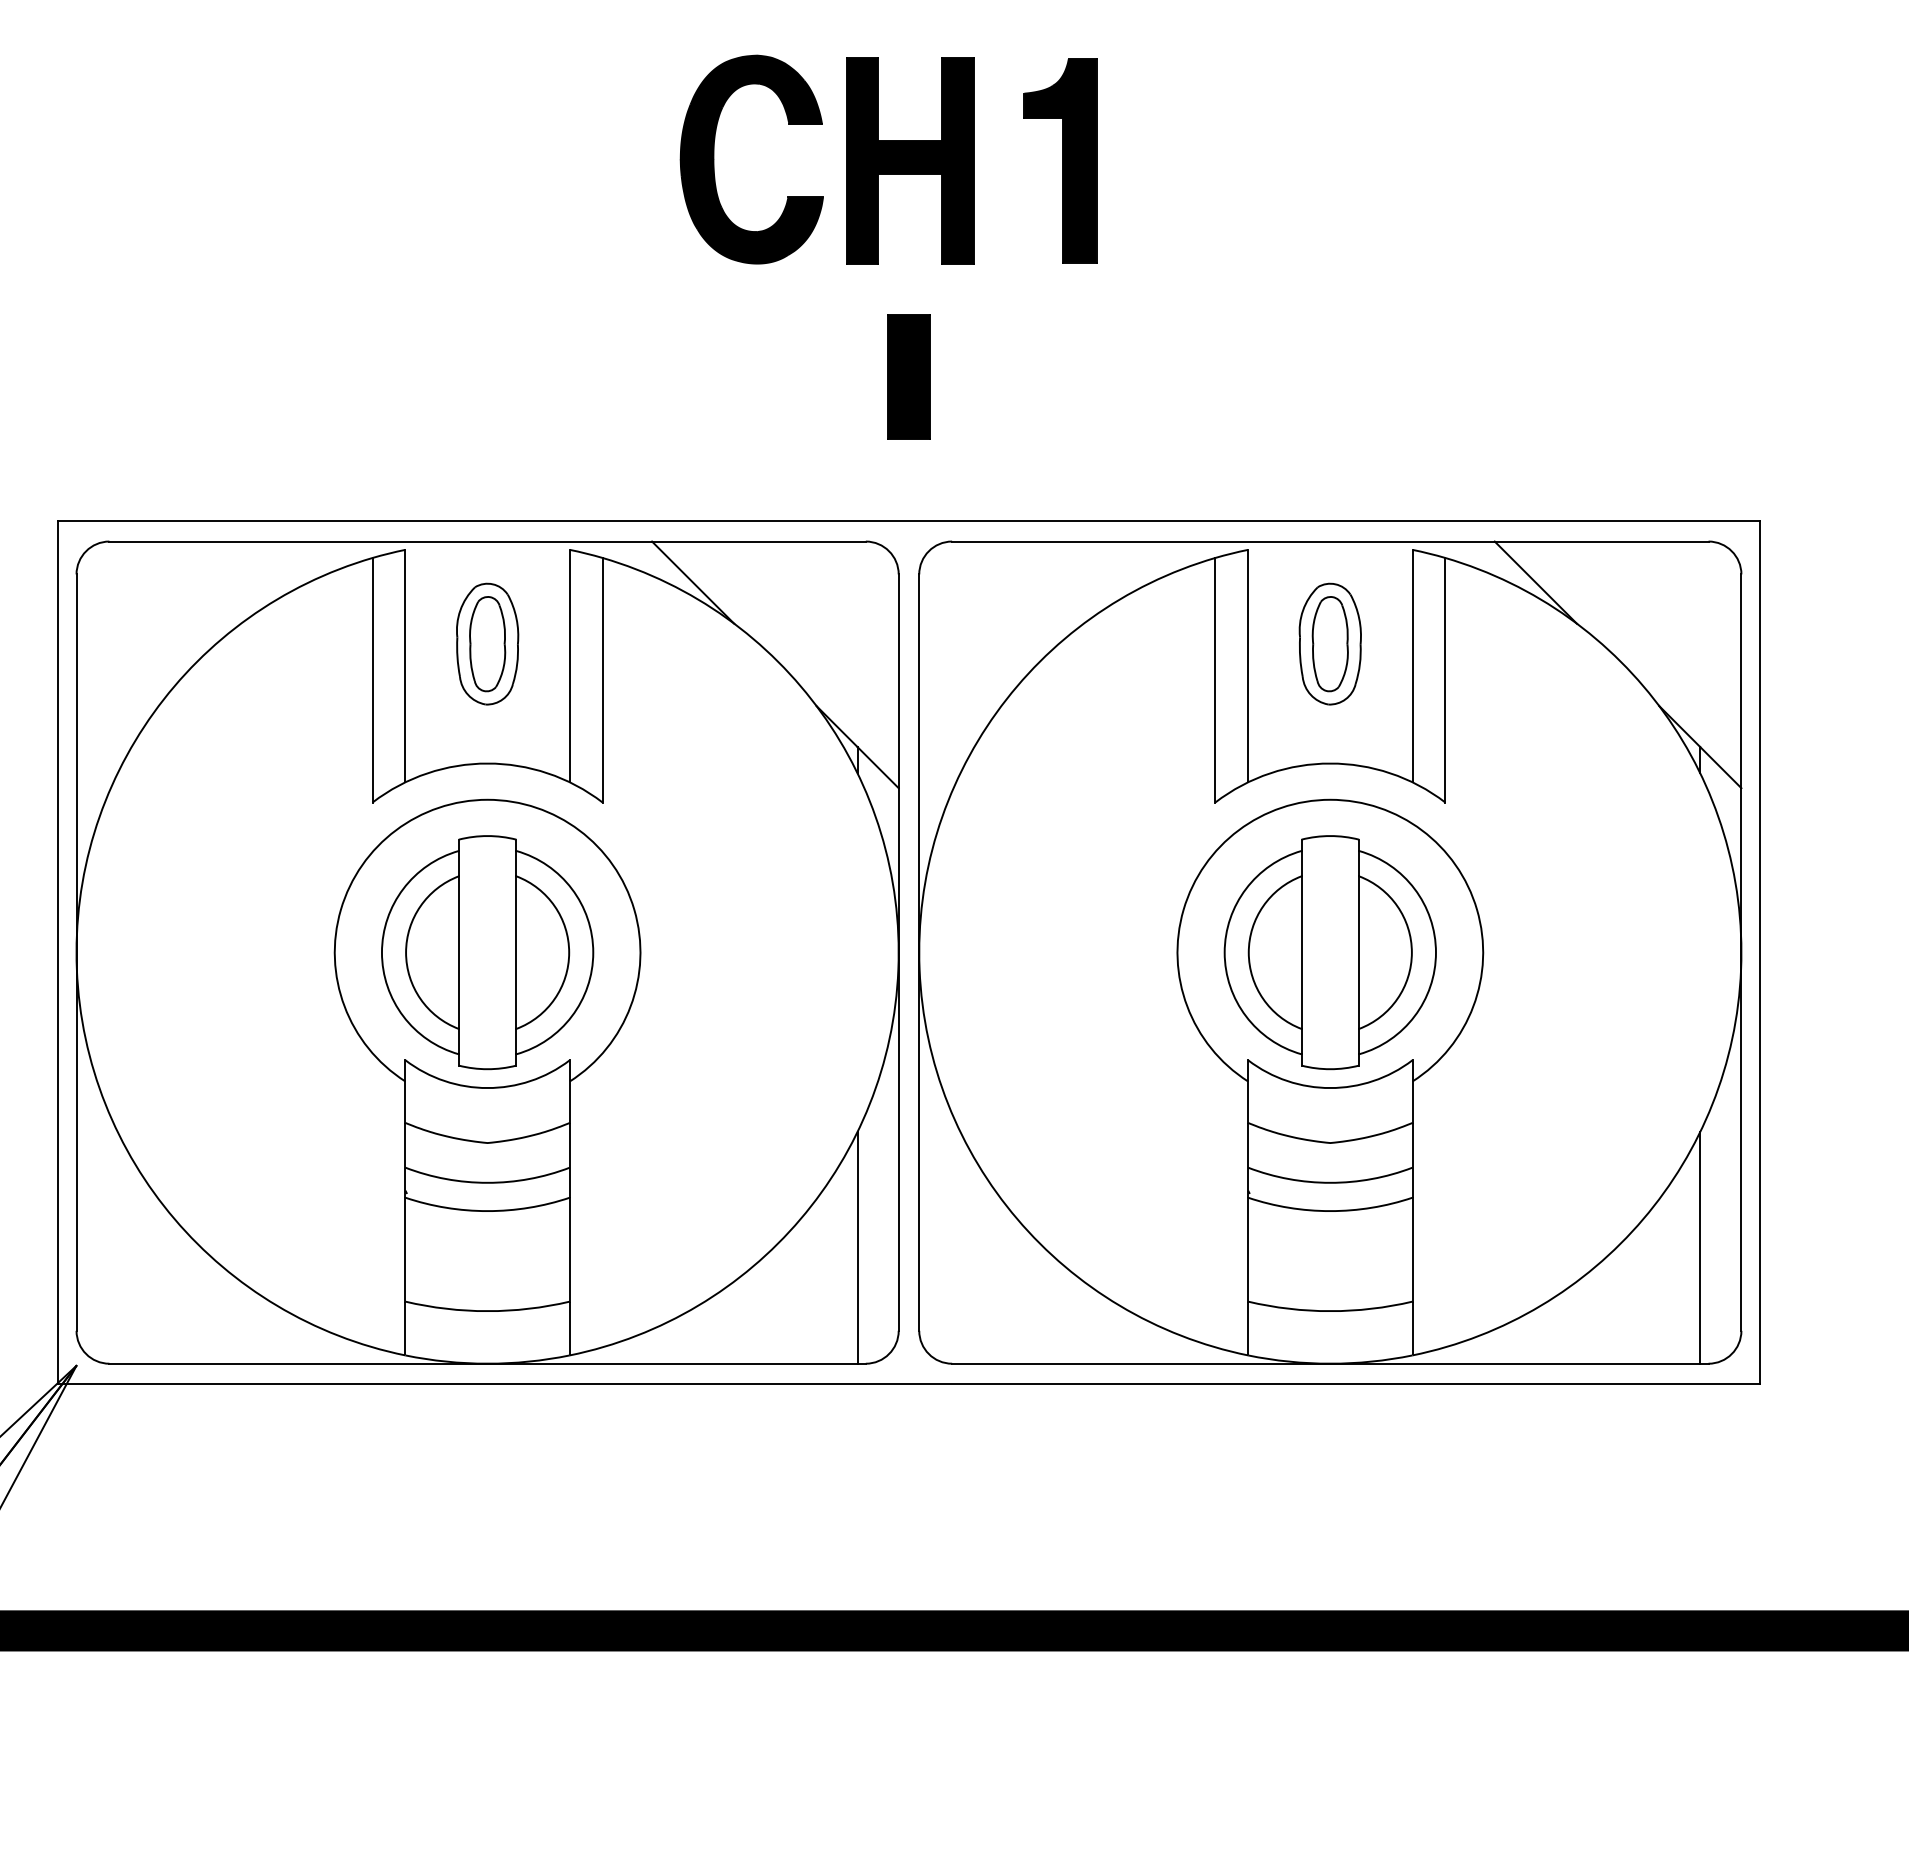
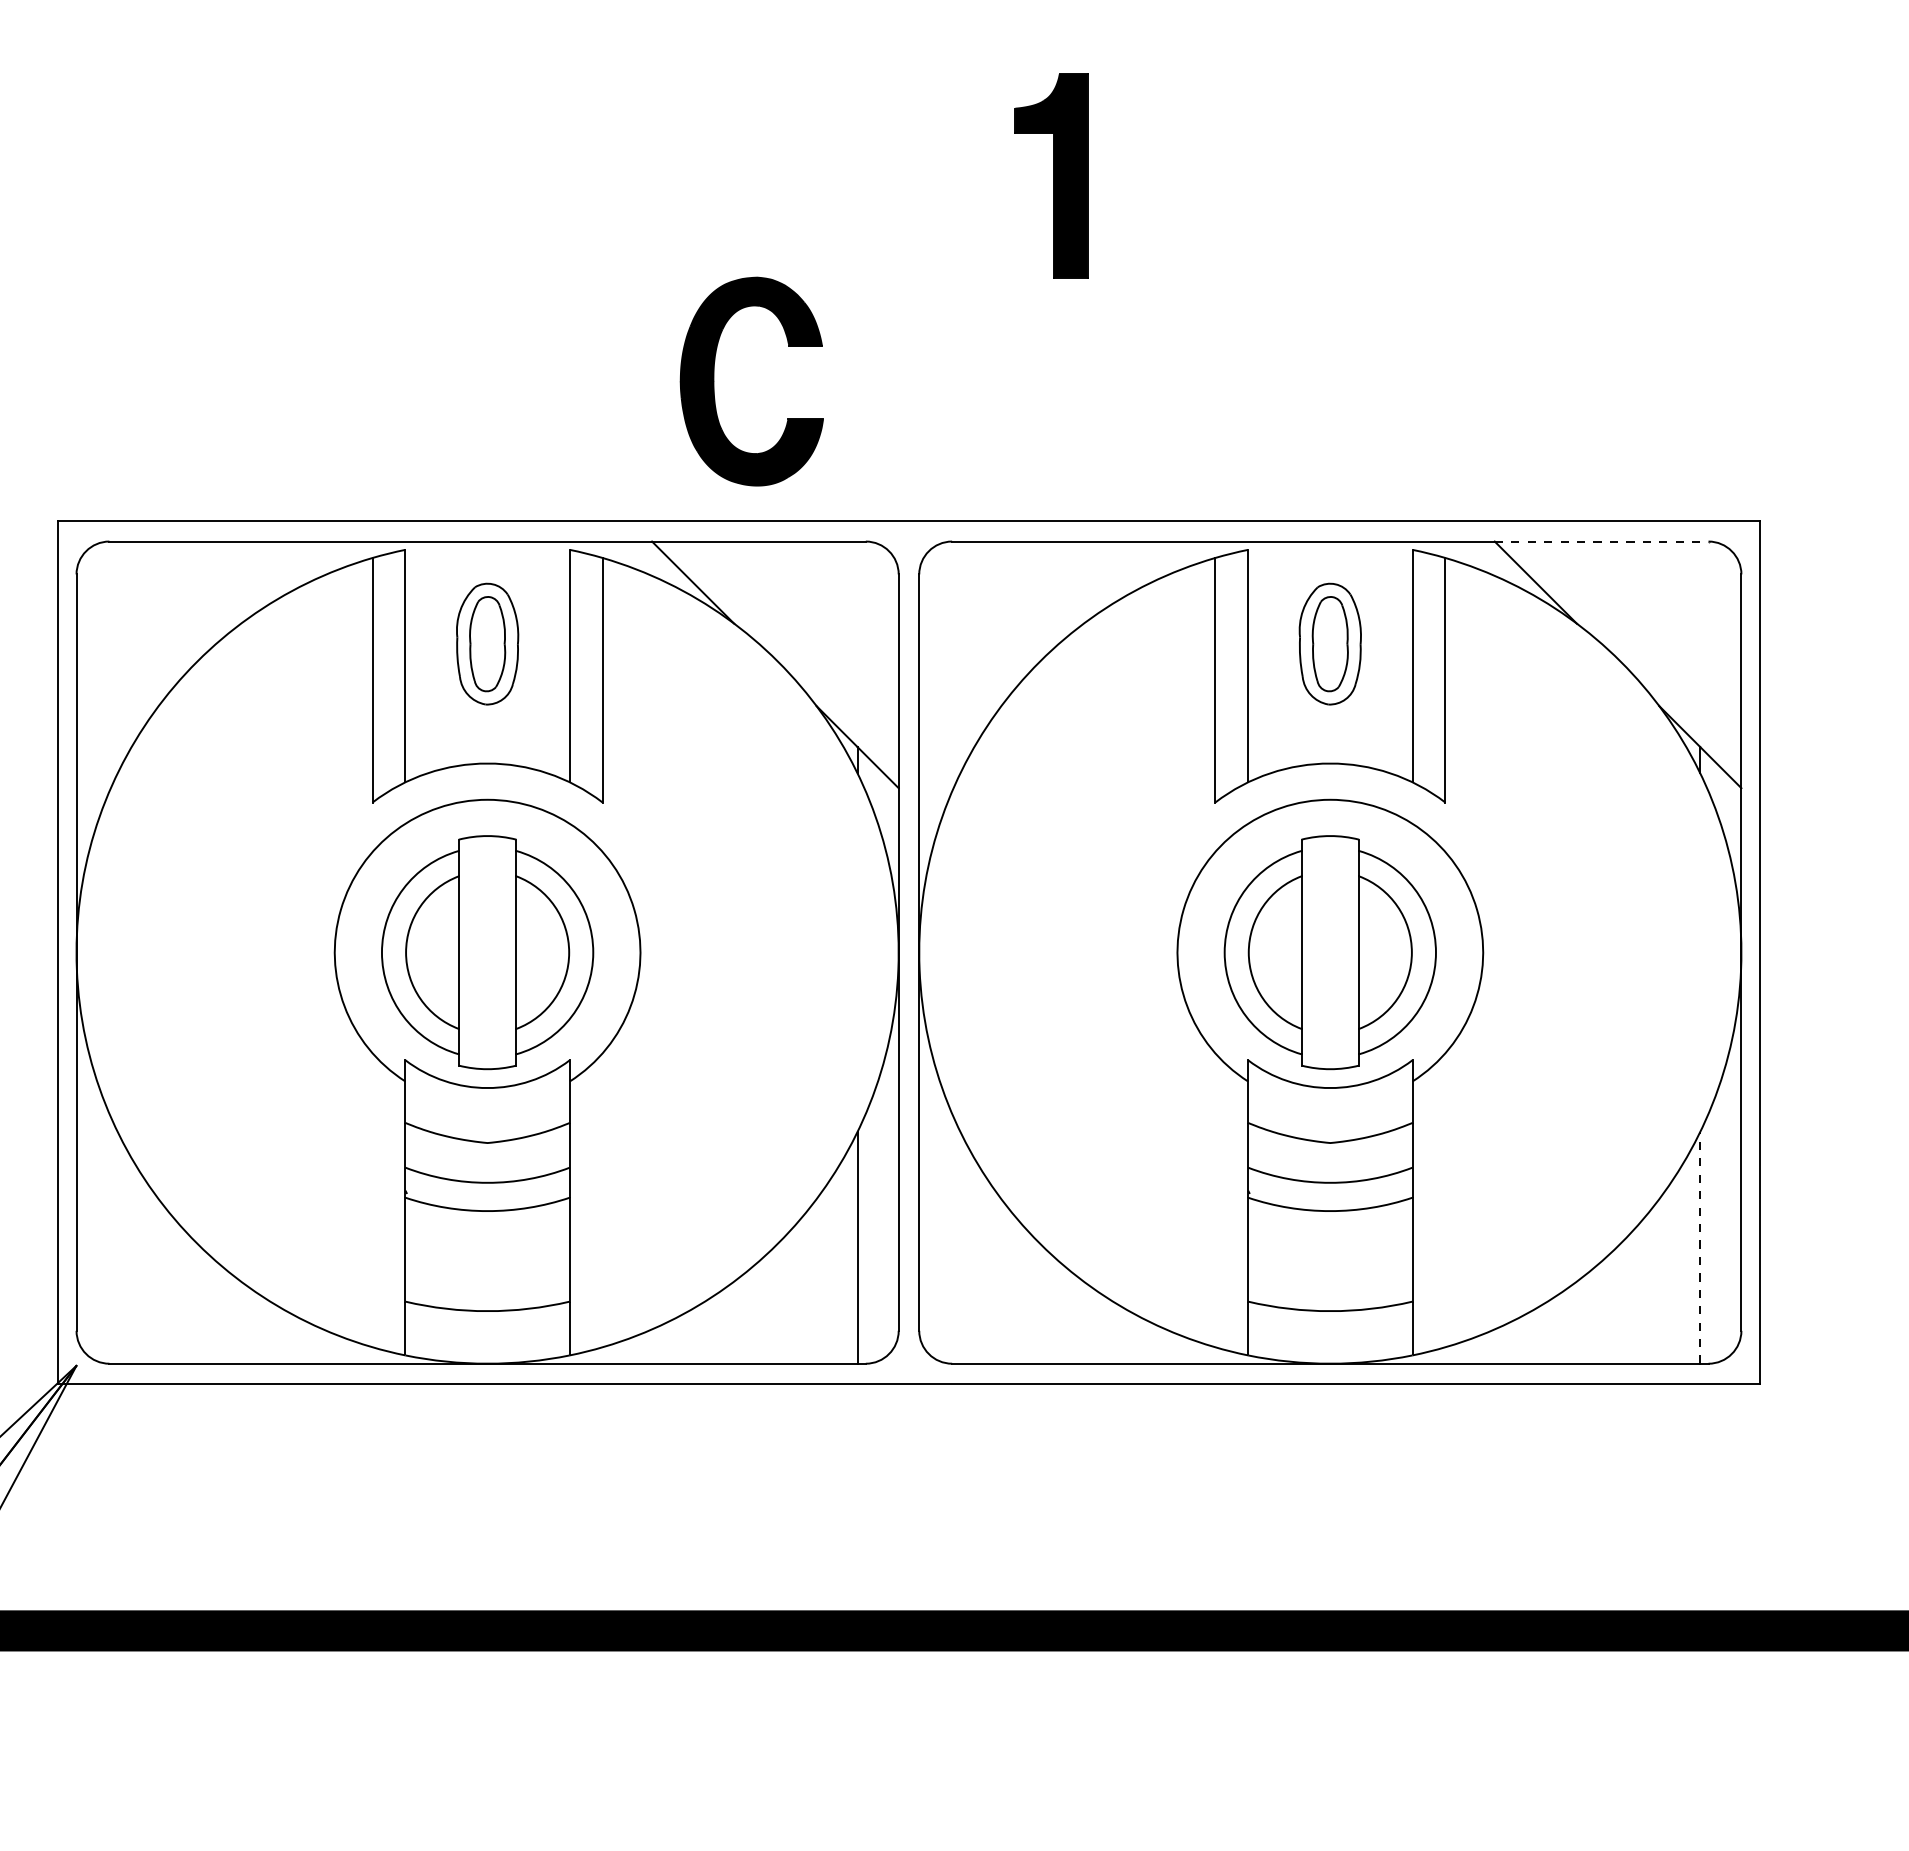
part at (714, 159) position: (714, 159) -> (714, 381)
part at (910, 160): present -> none
part at (1060, 160) position: (1060, 160) -> (1051, 175)
part at (908, 376): present -> none
line at (1601, 541): solid -> dashed
line at (1700, 1247): solid -> dashed
